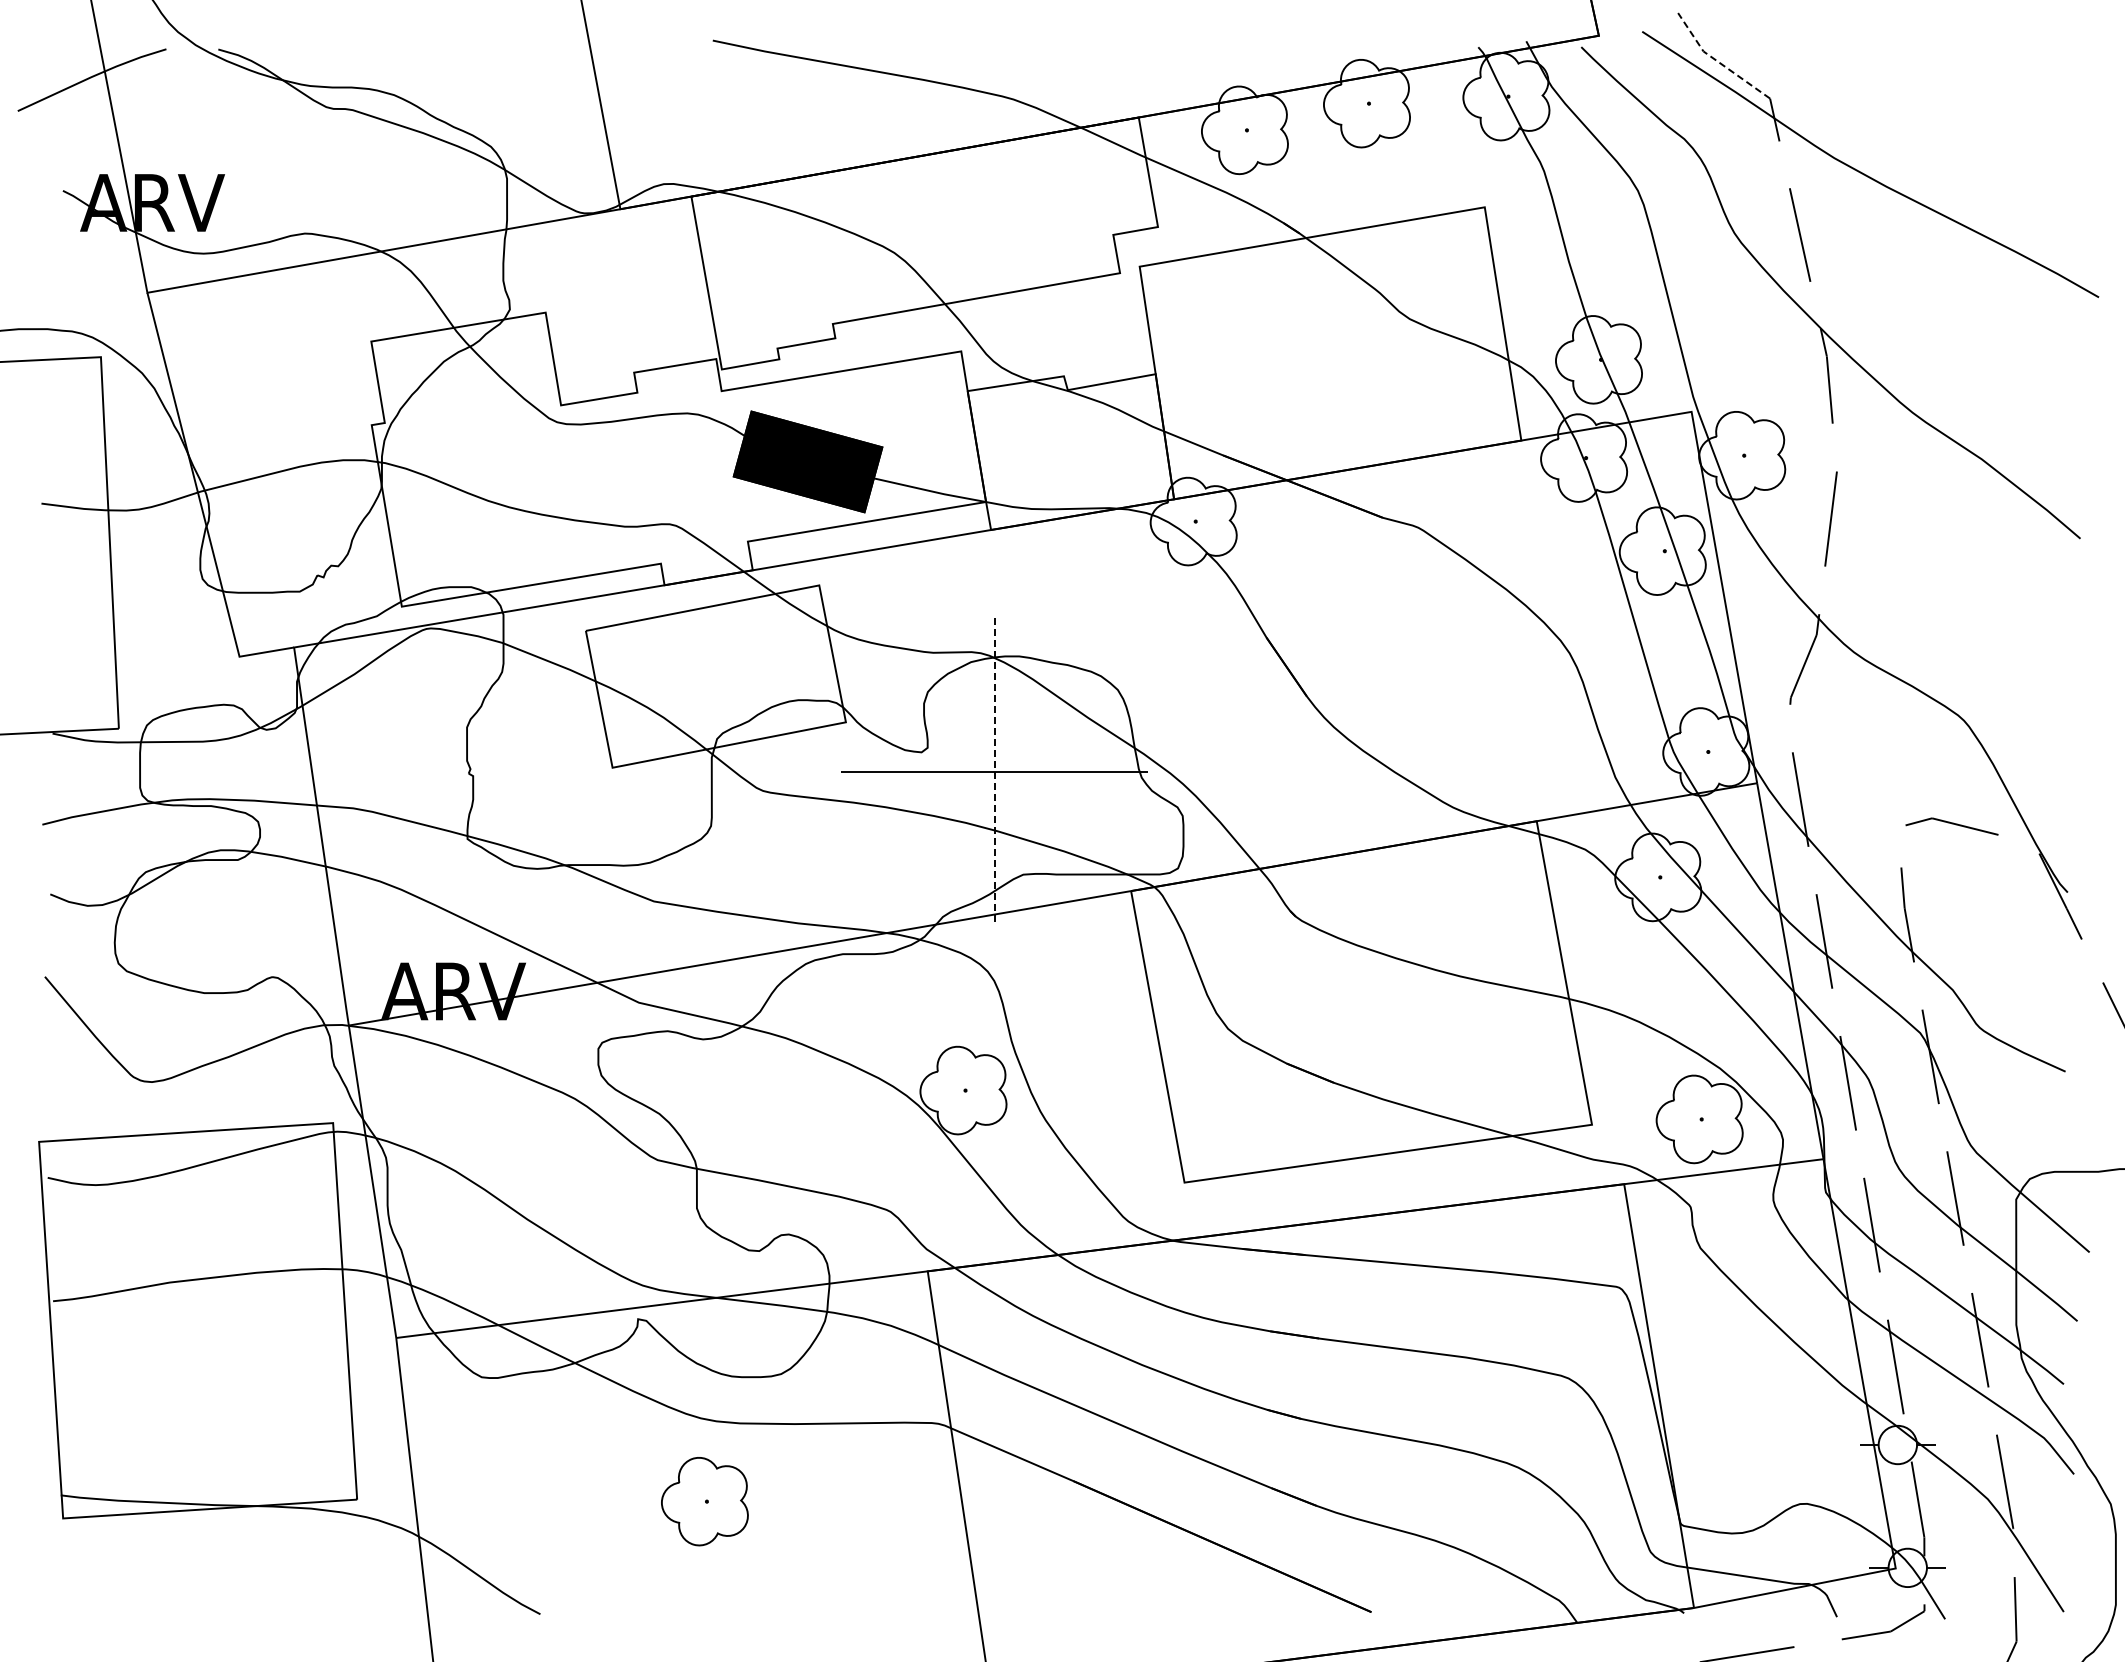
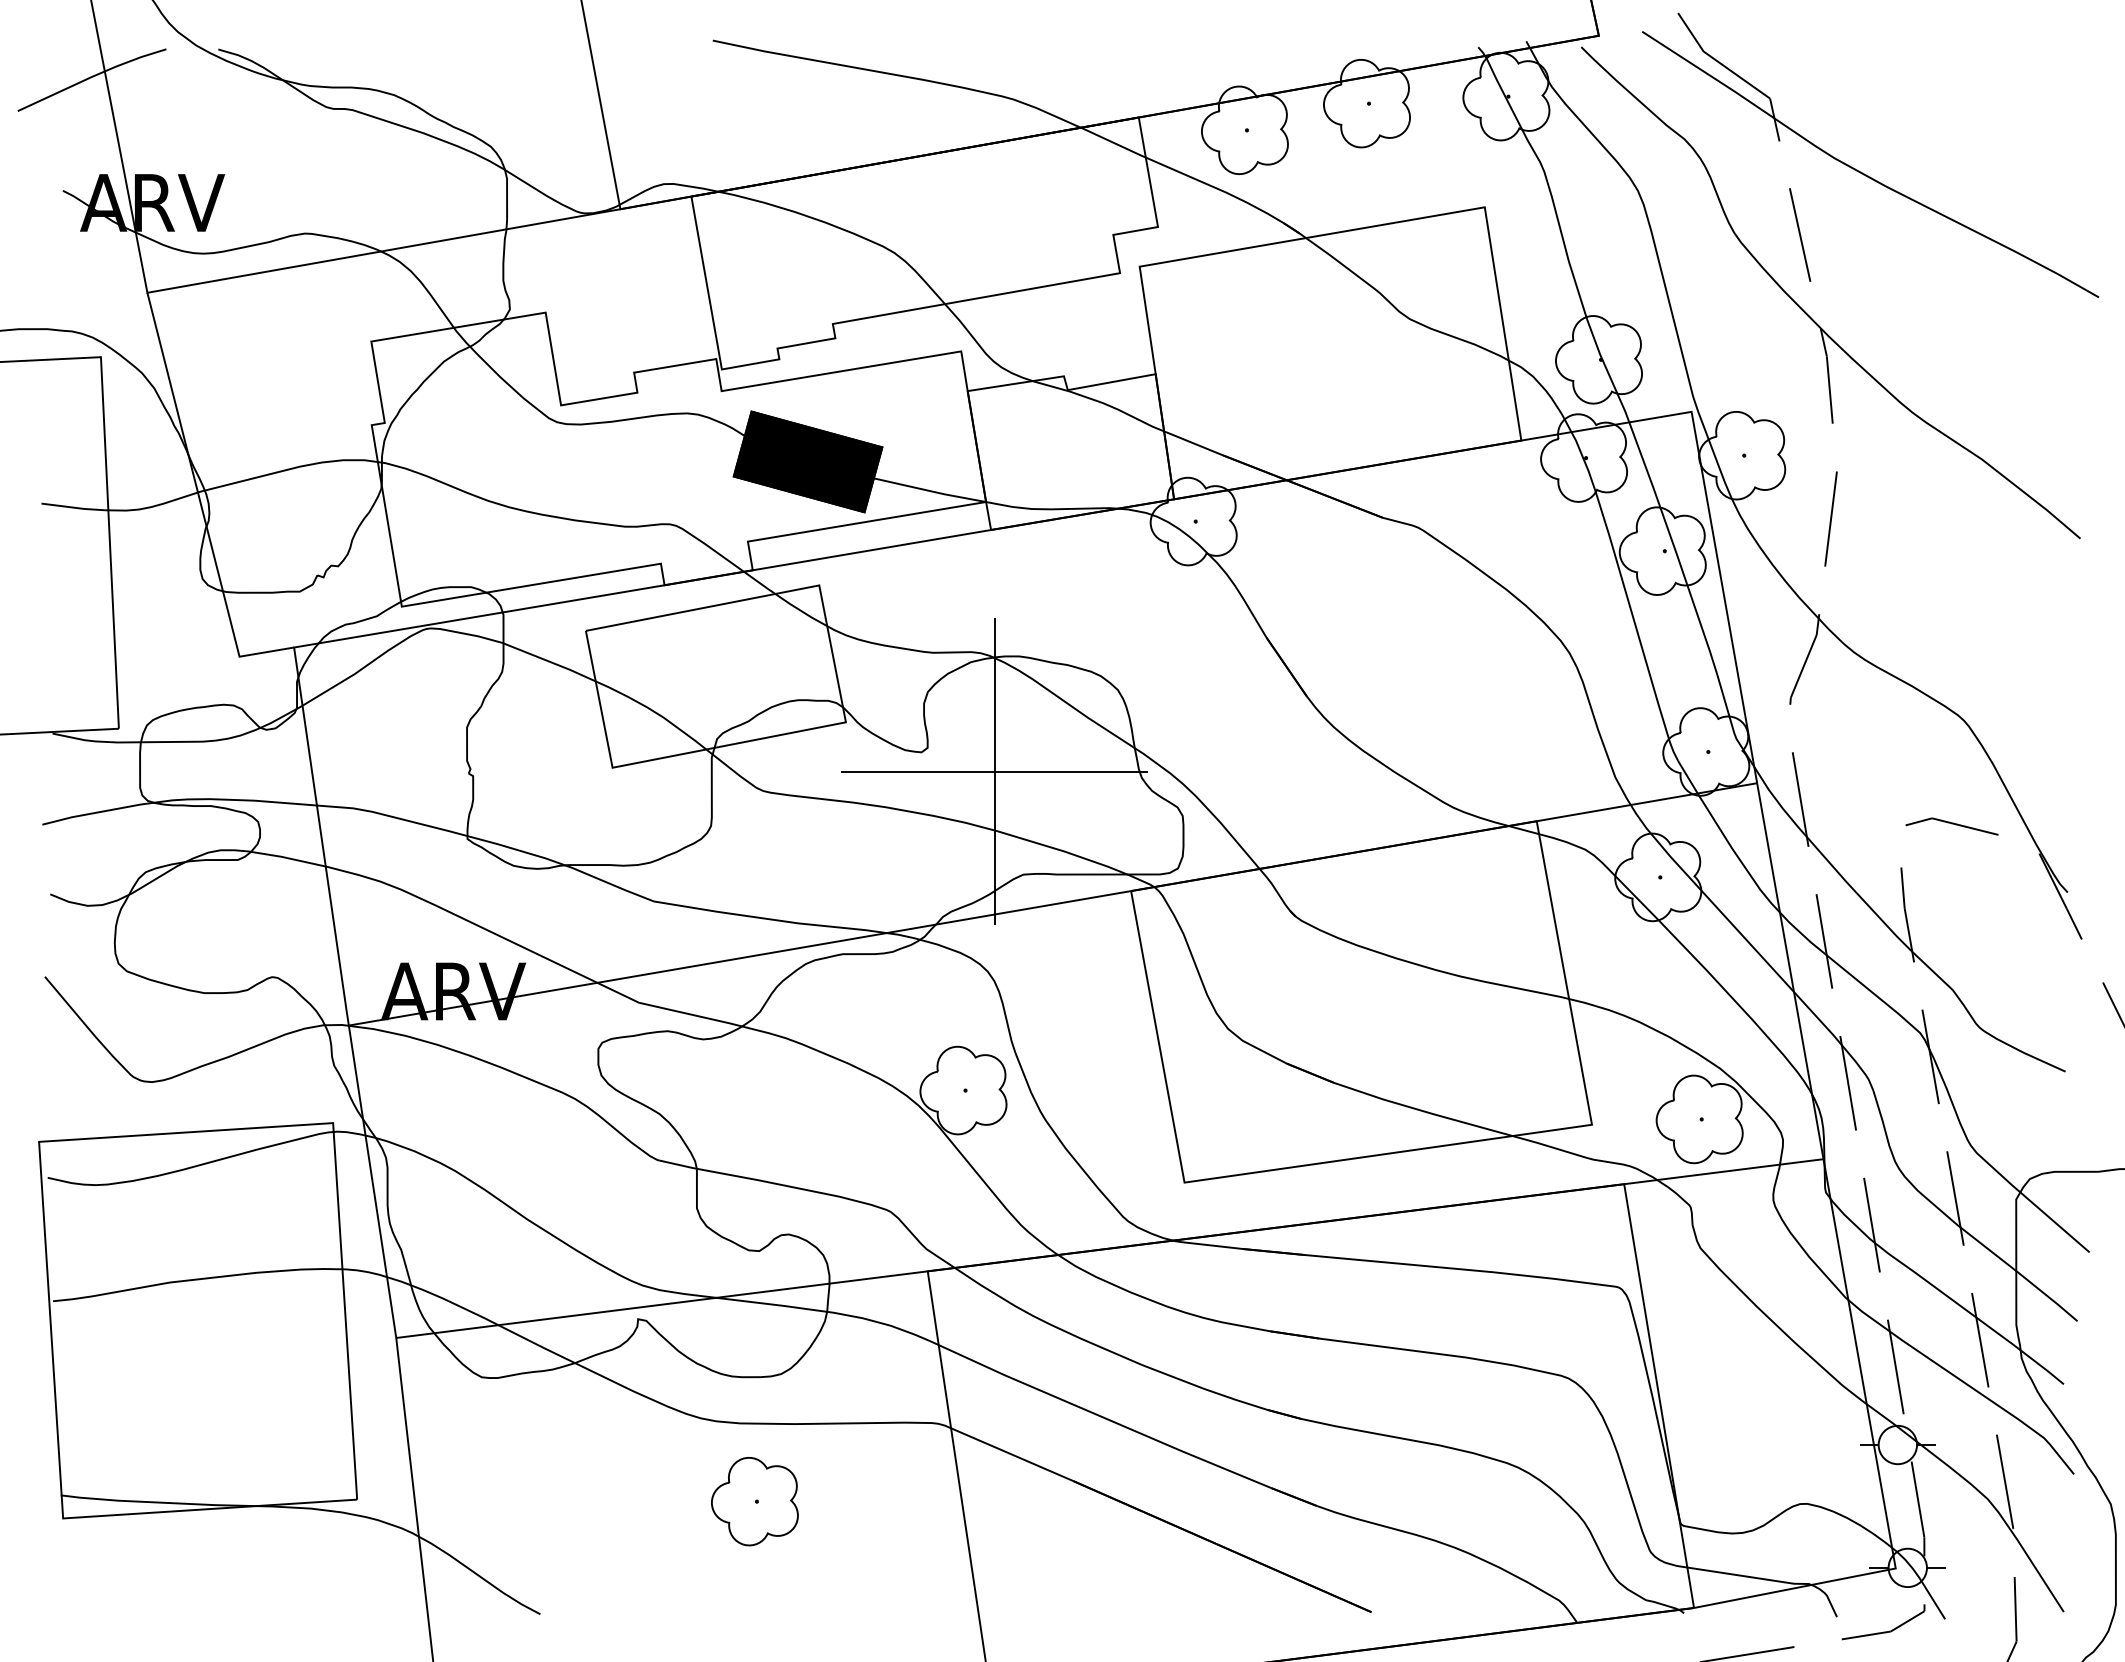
line at (1717, 61): dashed -> solid
line at (994, 772): dashed -> solid
part at (704, 1501) position: (704, 1501) -> (754, 1501)
